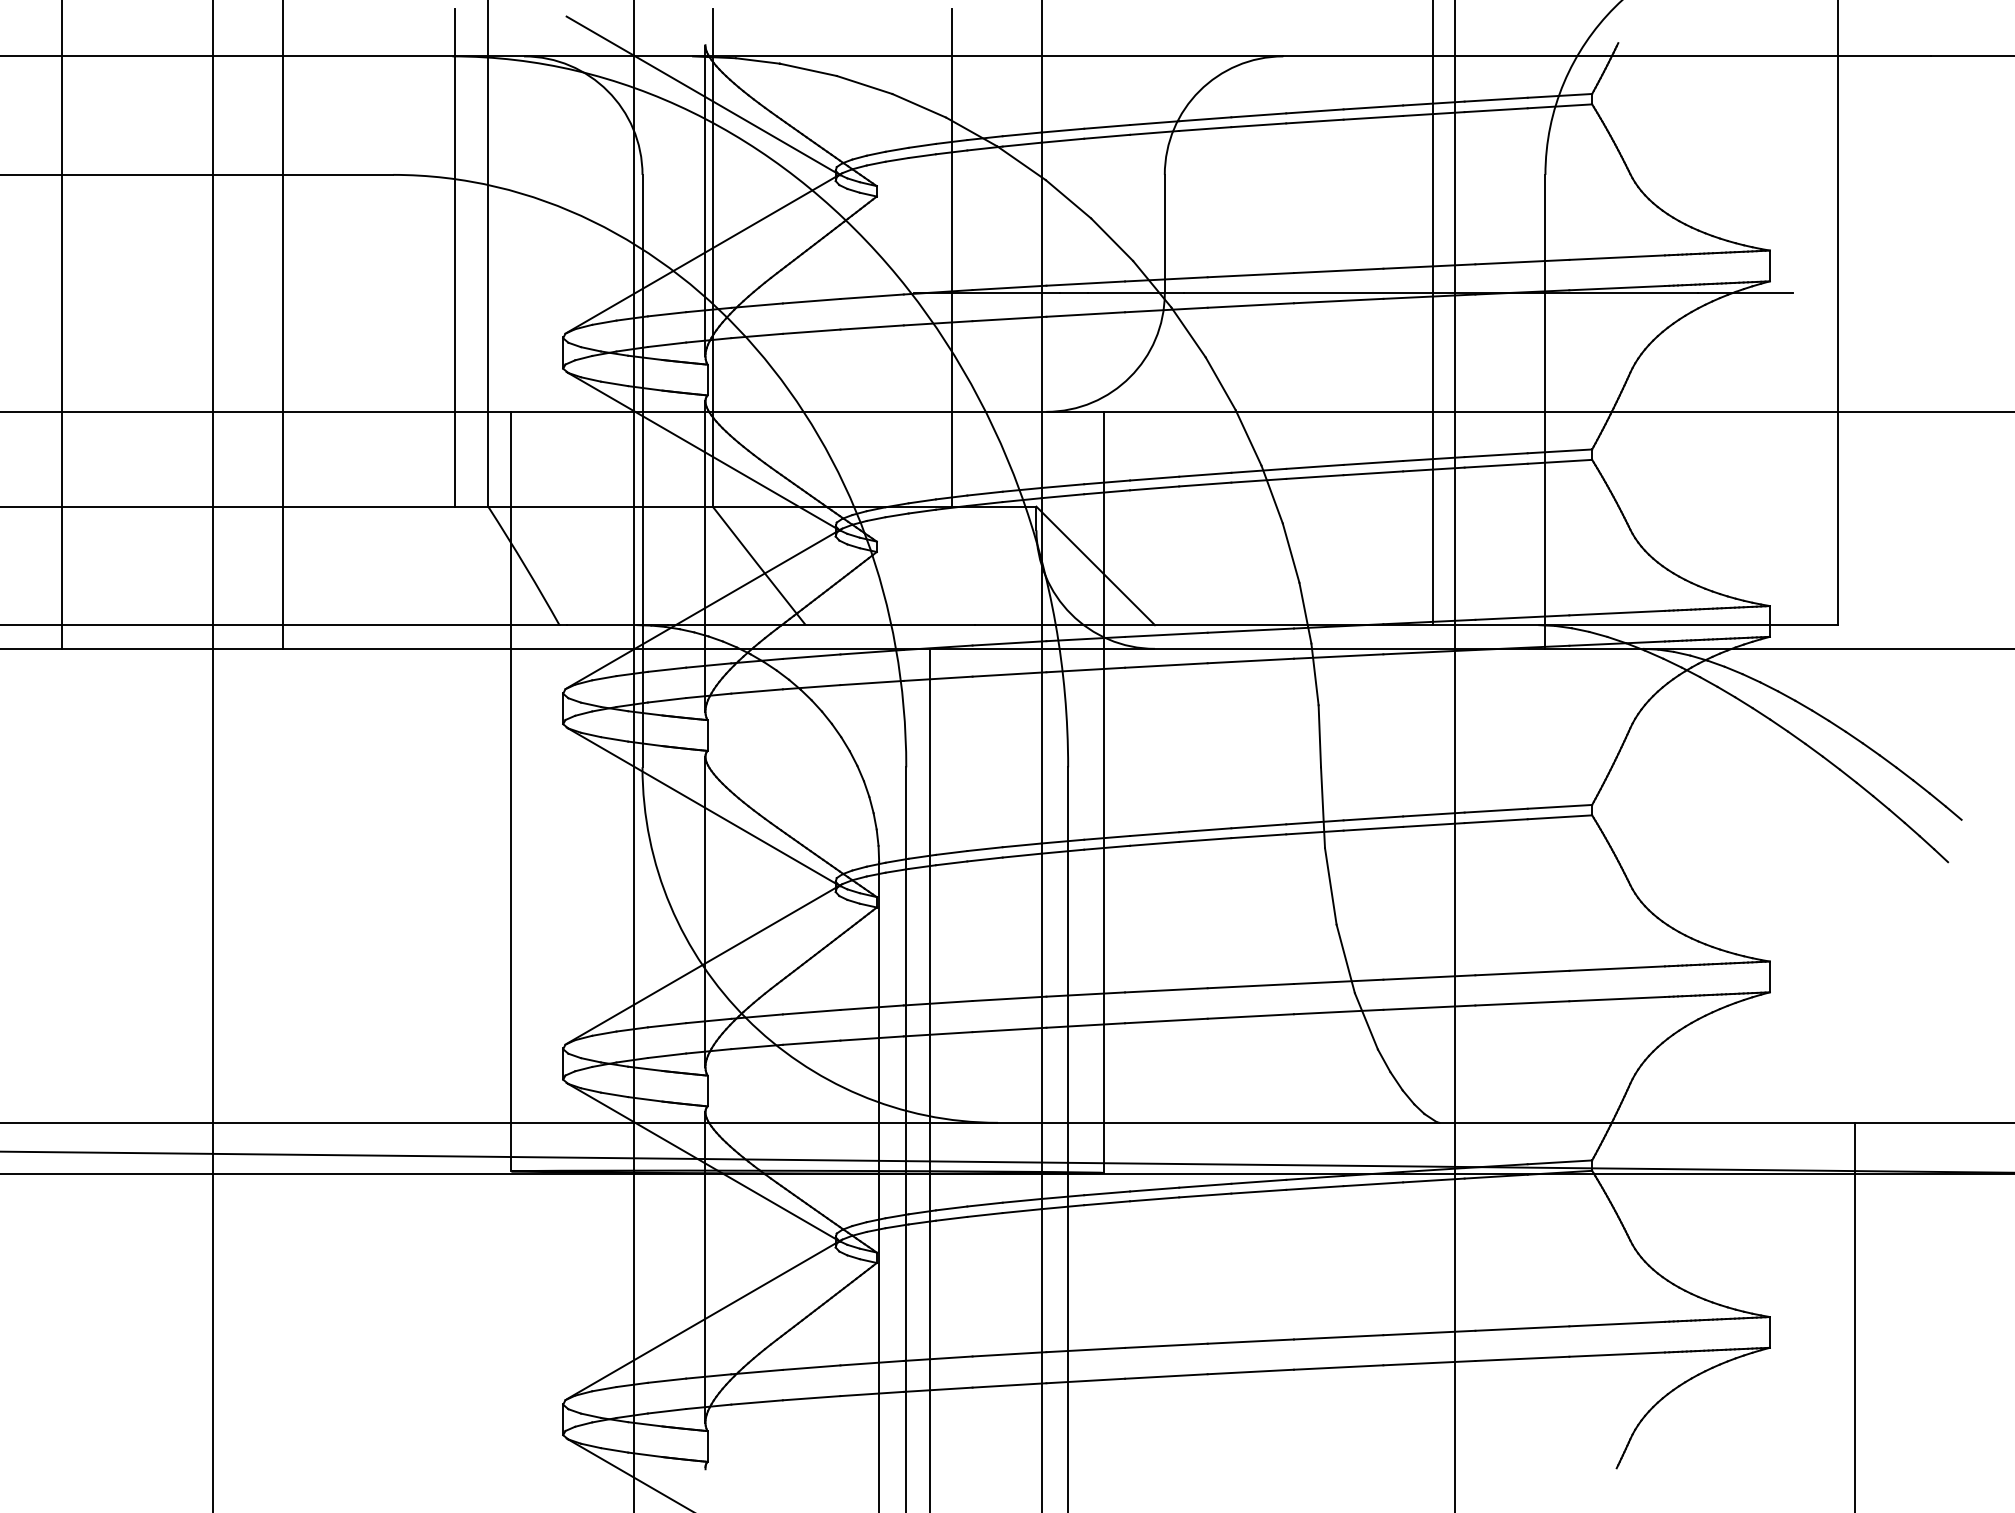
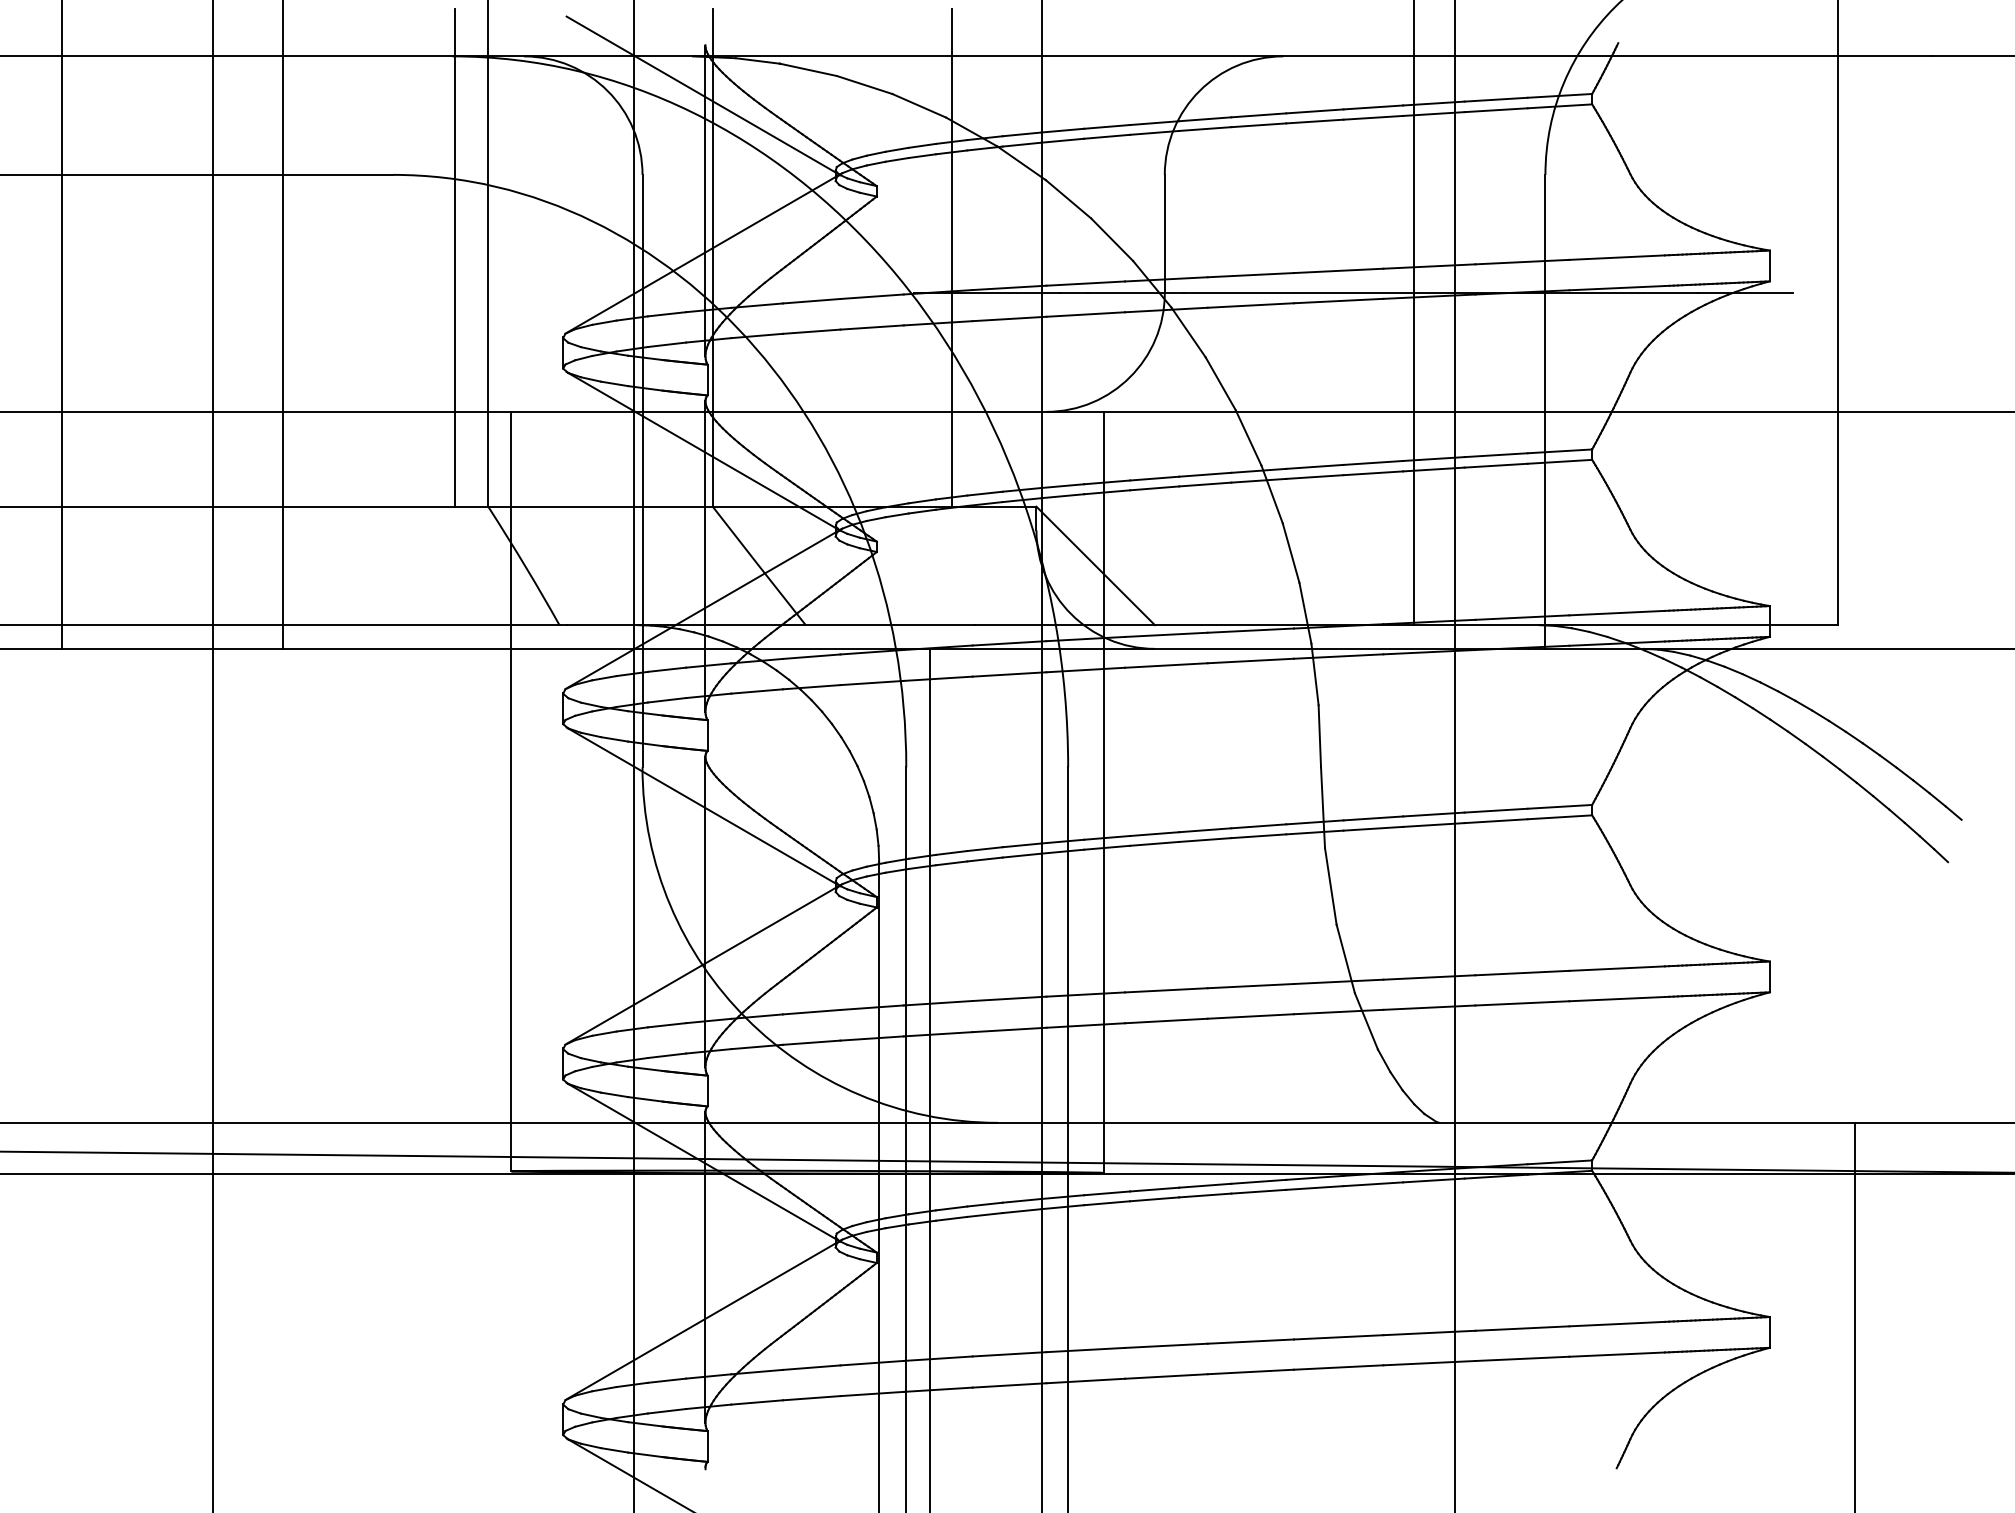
line at (1432, 313) position: (1432, 313) -> (1413, 313)
